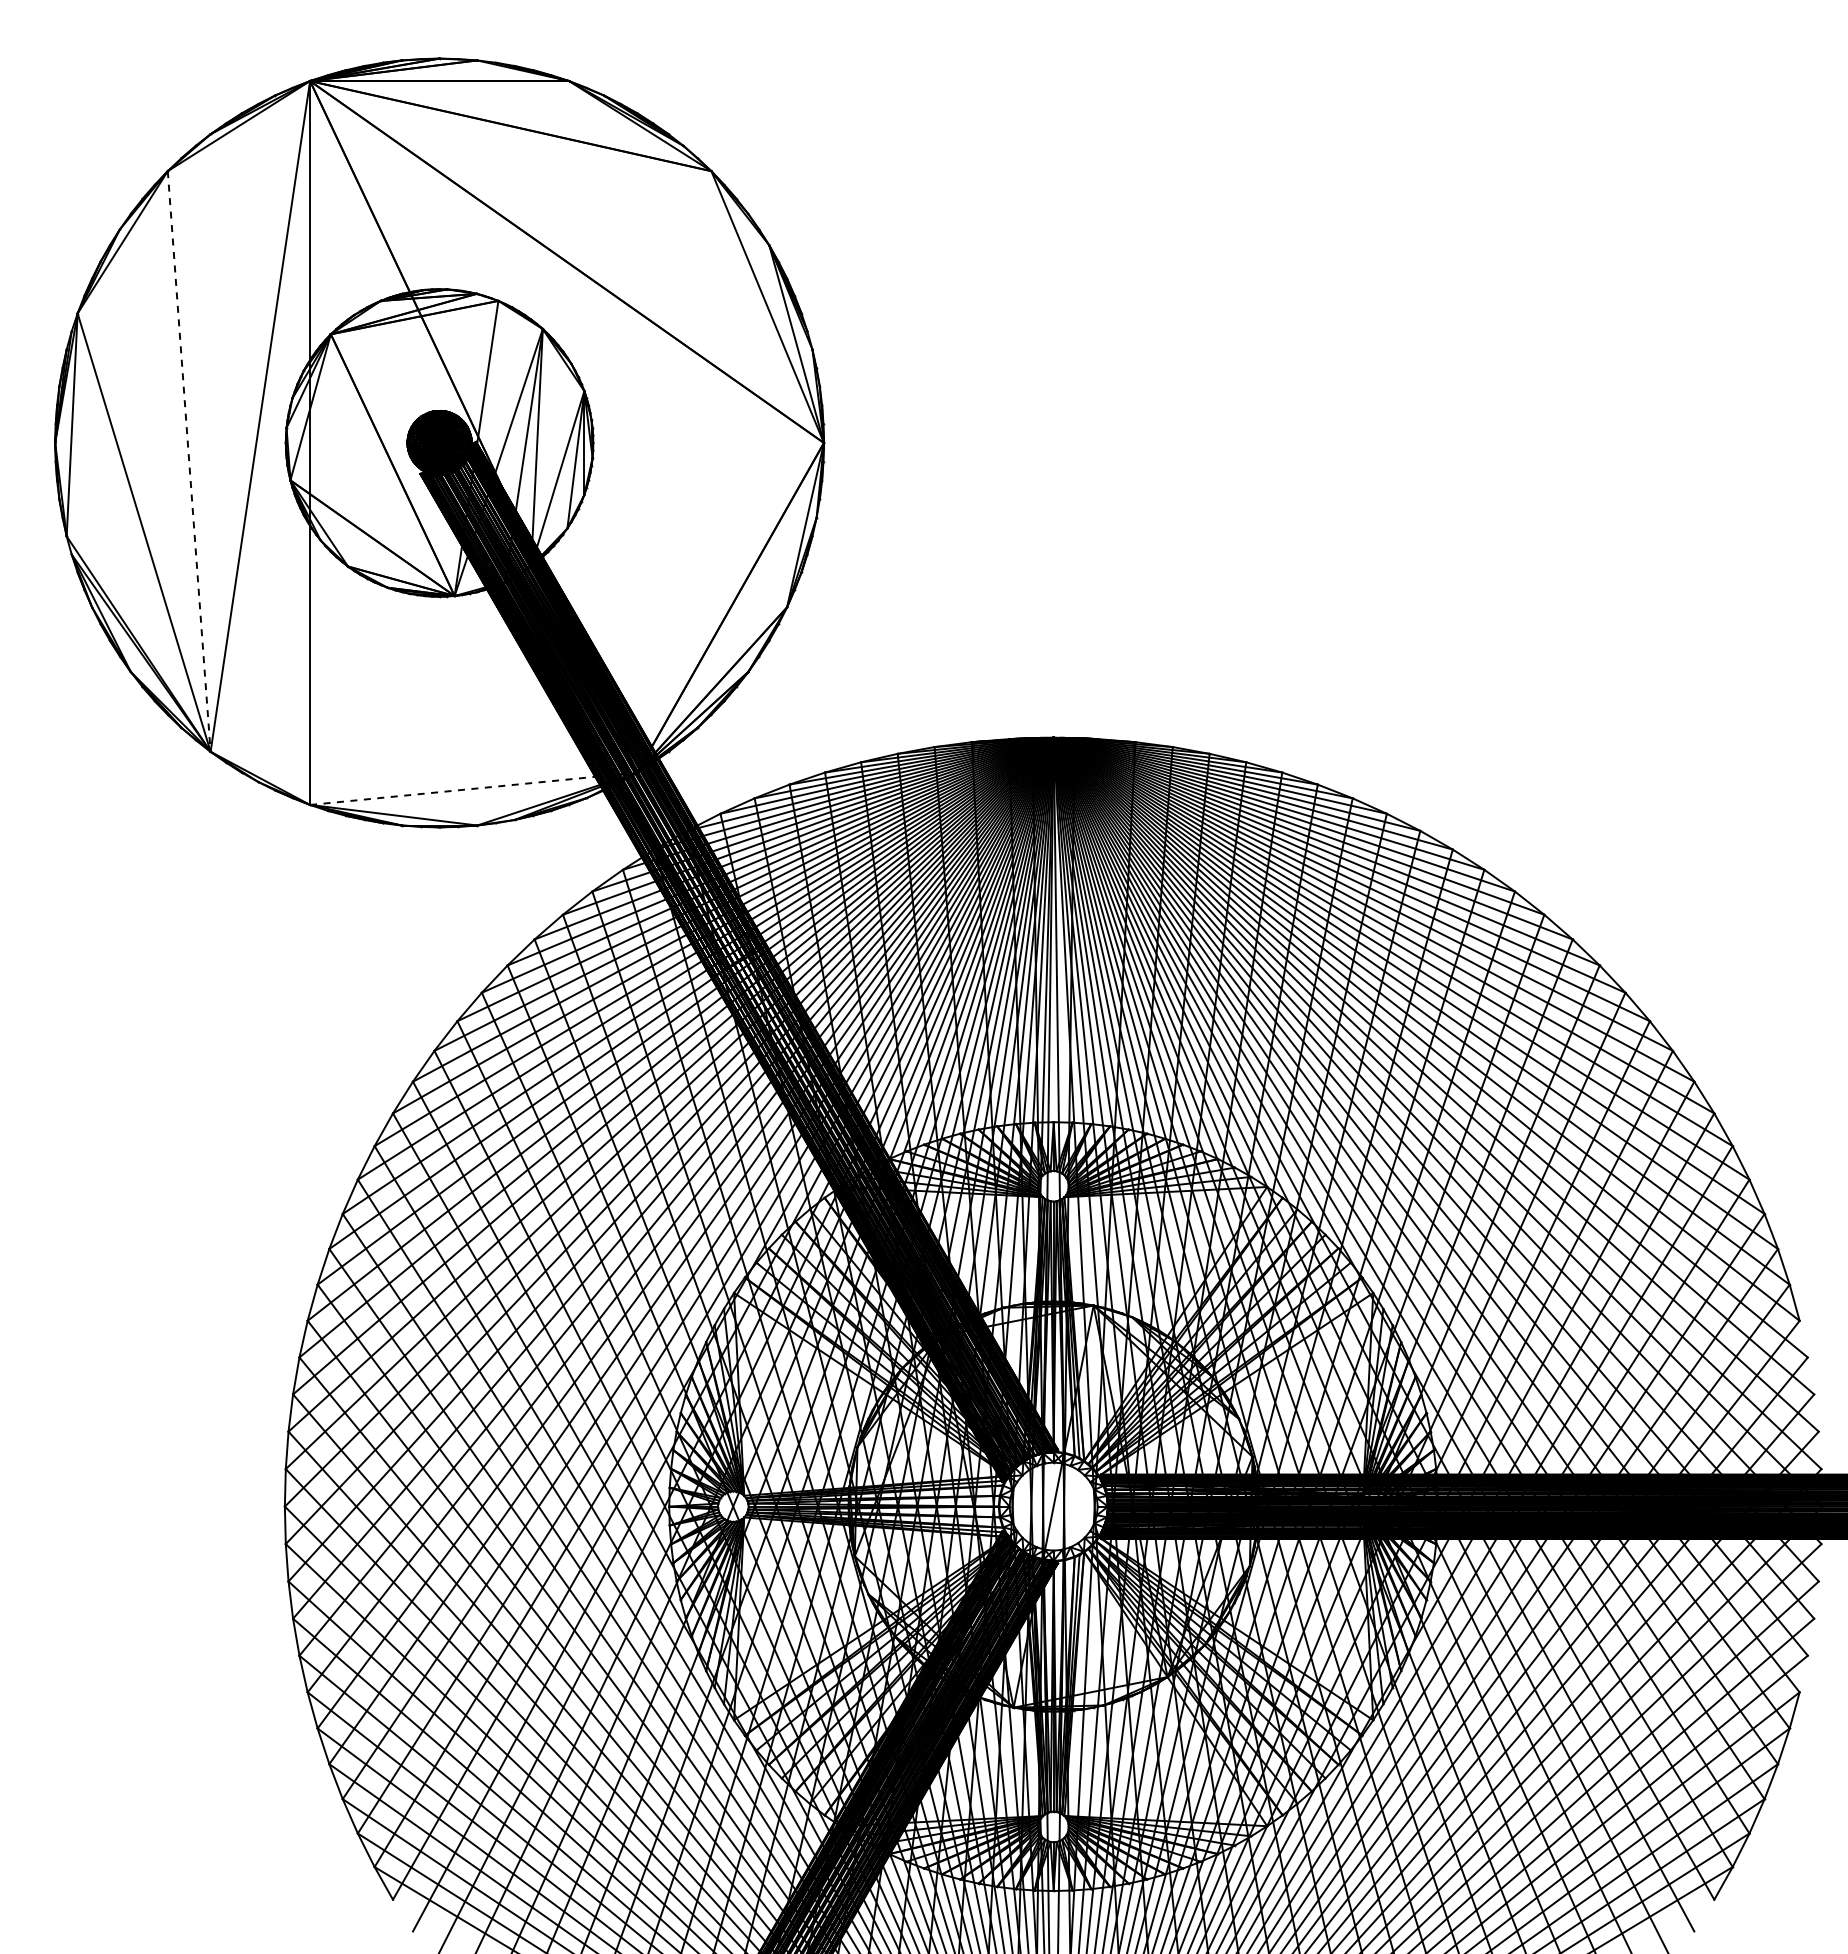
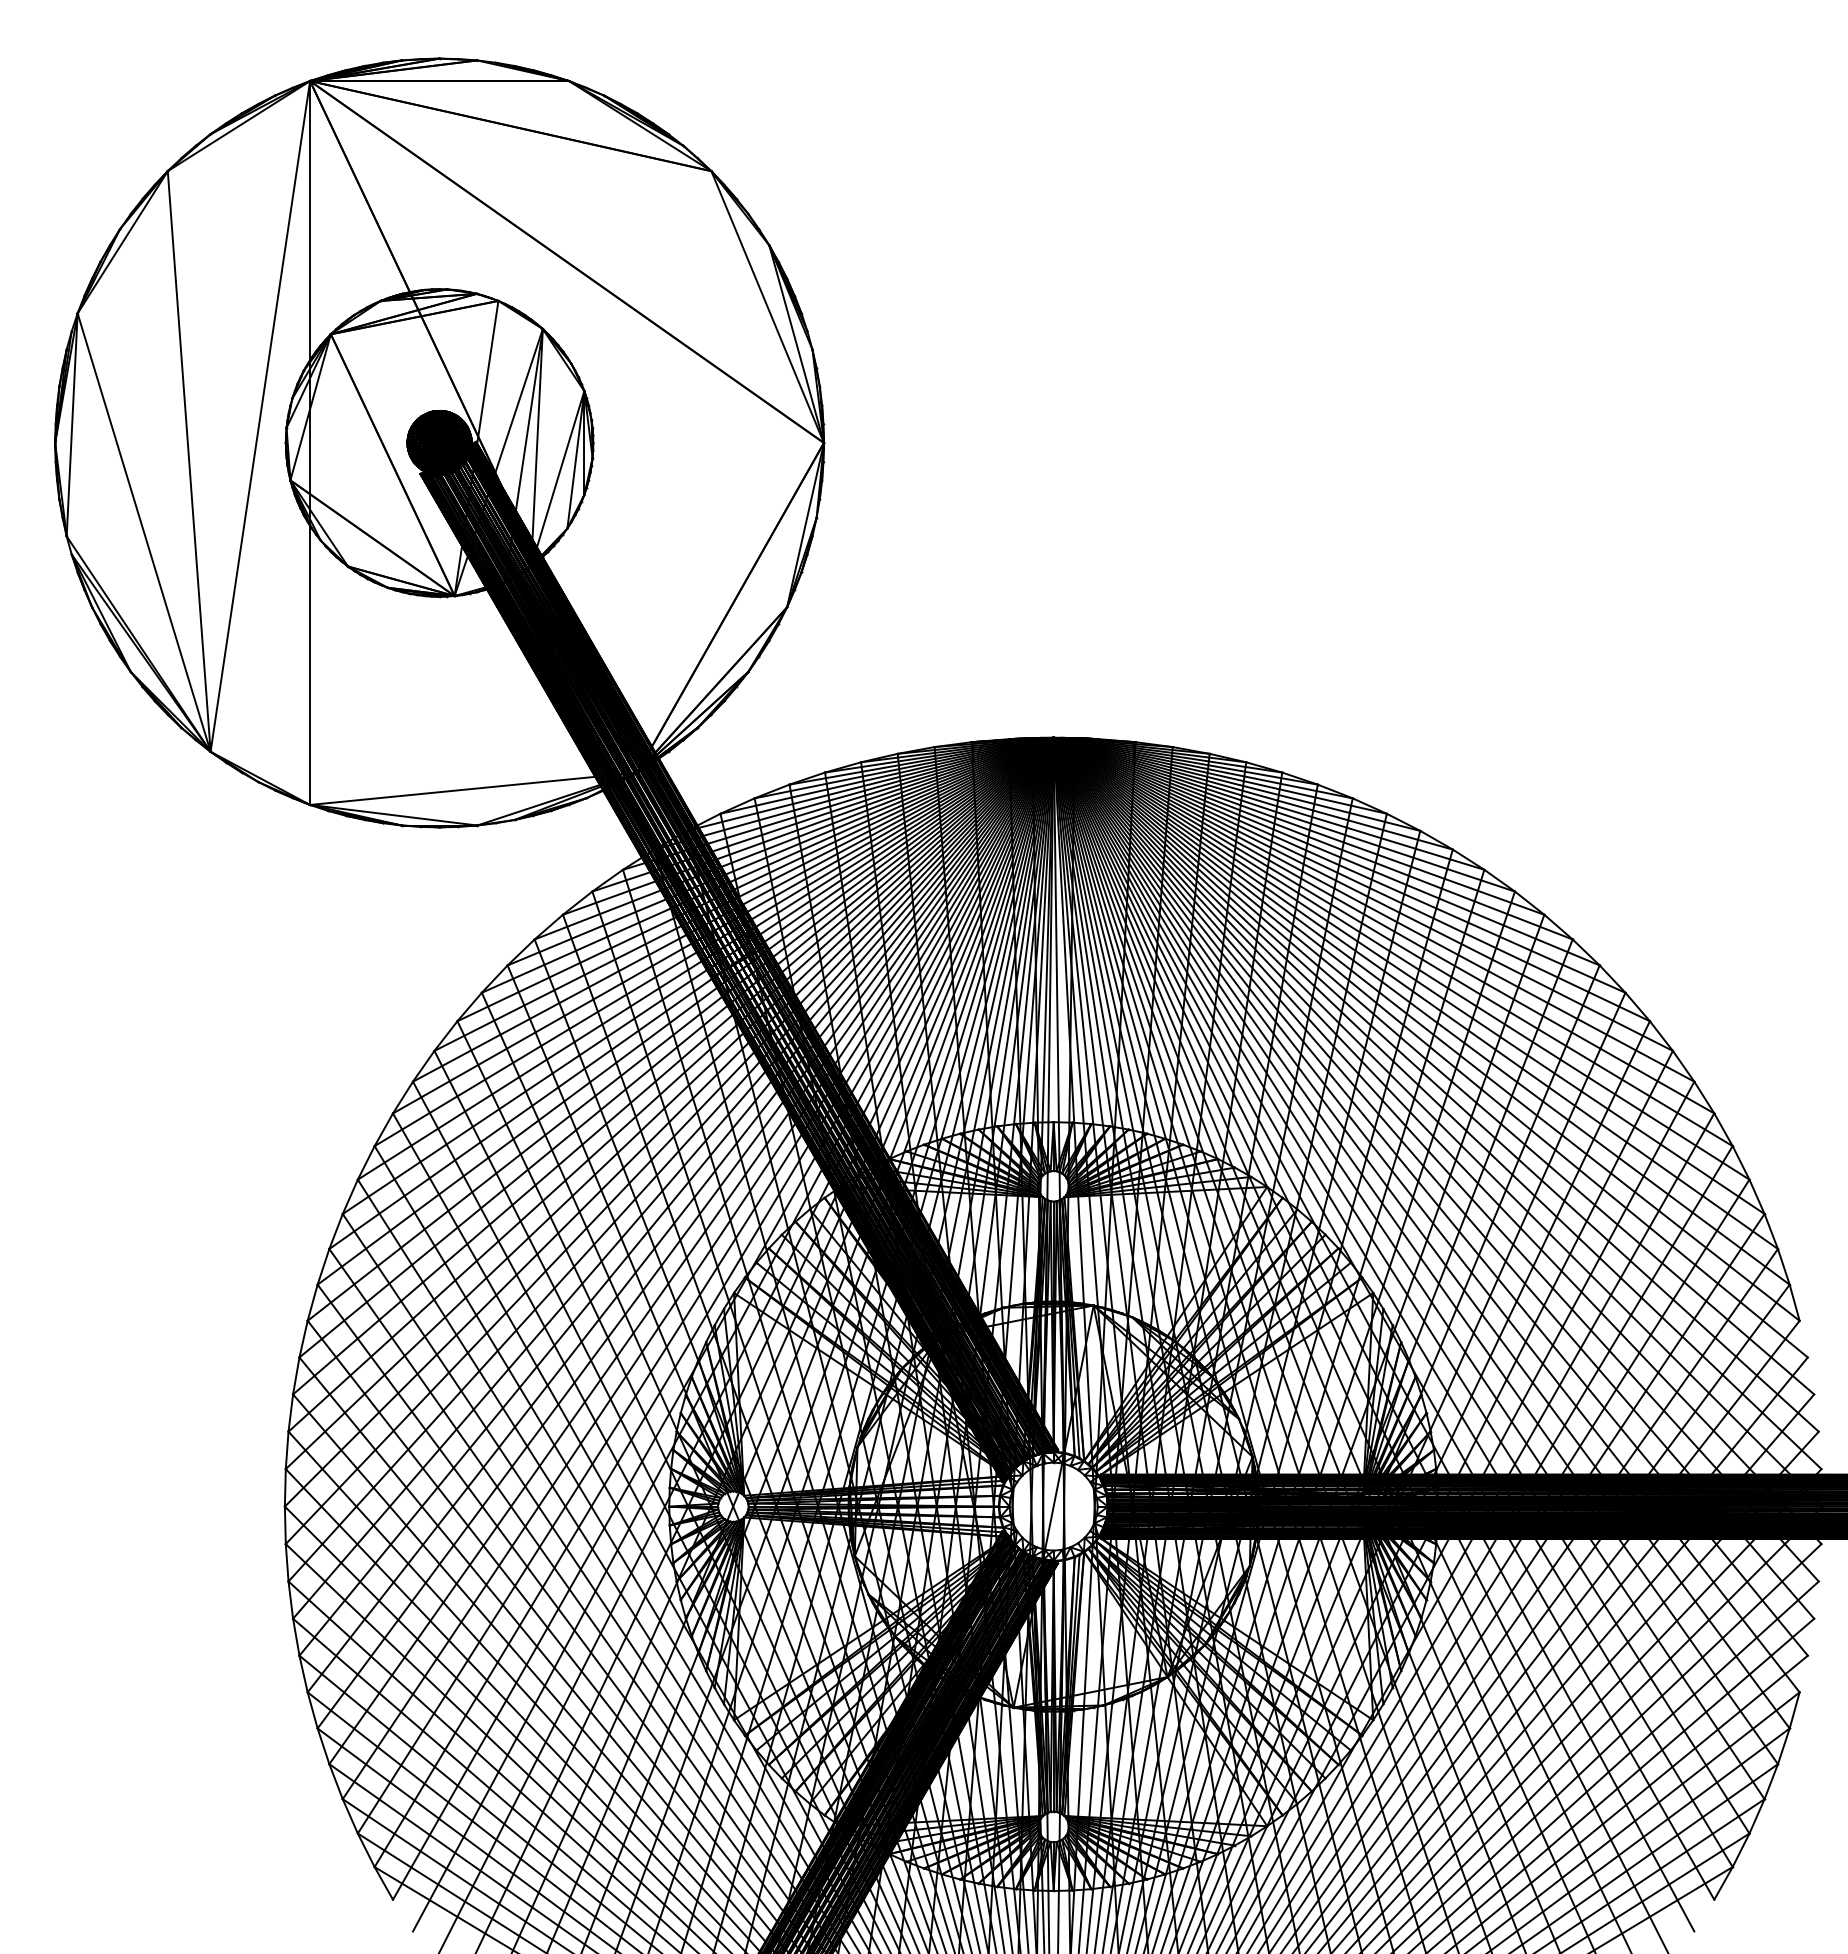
line at (189, 461): dashed -> solid
line at (474, 788): dashed -> solid
